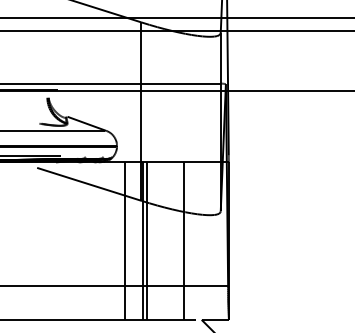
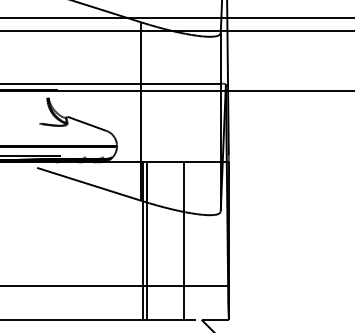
line at (53, 131): present -> none
line at (124, 240): present -> none
